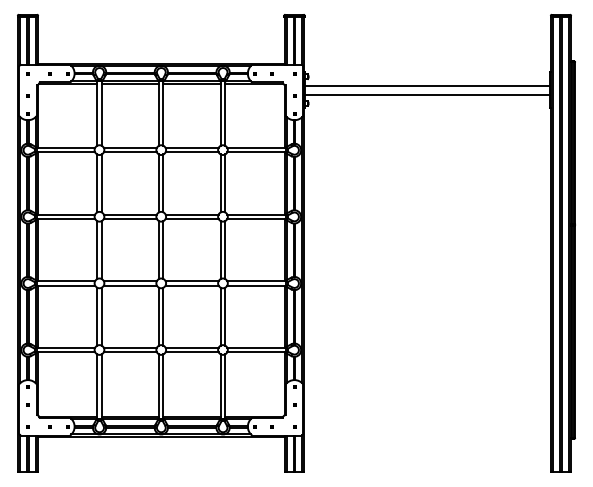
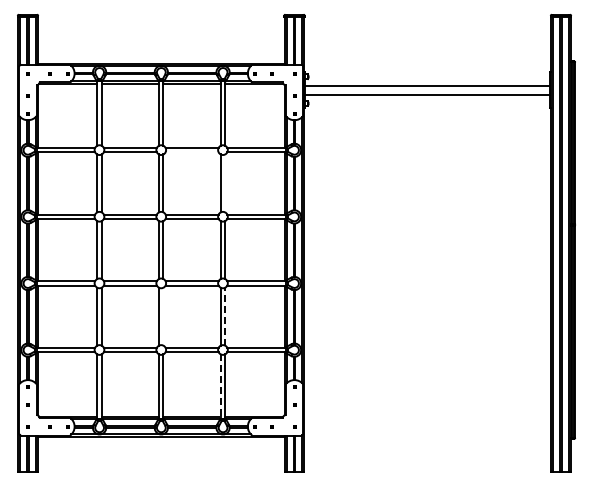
line at (191, 152): present -> none
line at (225, 183): present -> none
line at (163, 316): present -> none
line at (225, 316): solid -> dashed
line at (220, 387): solid -> dashed
